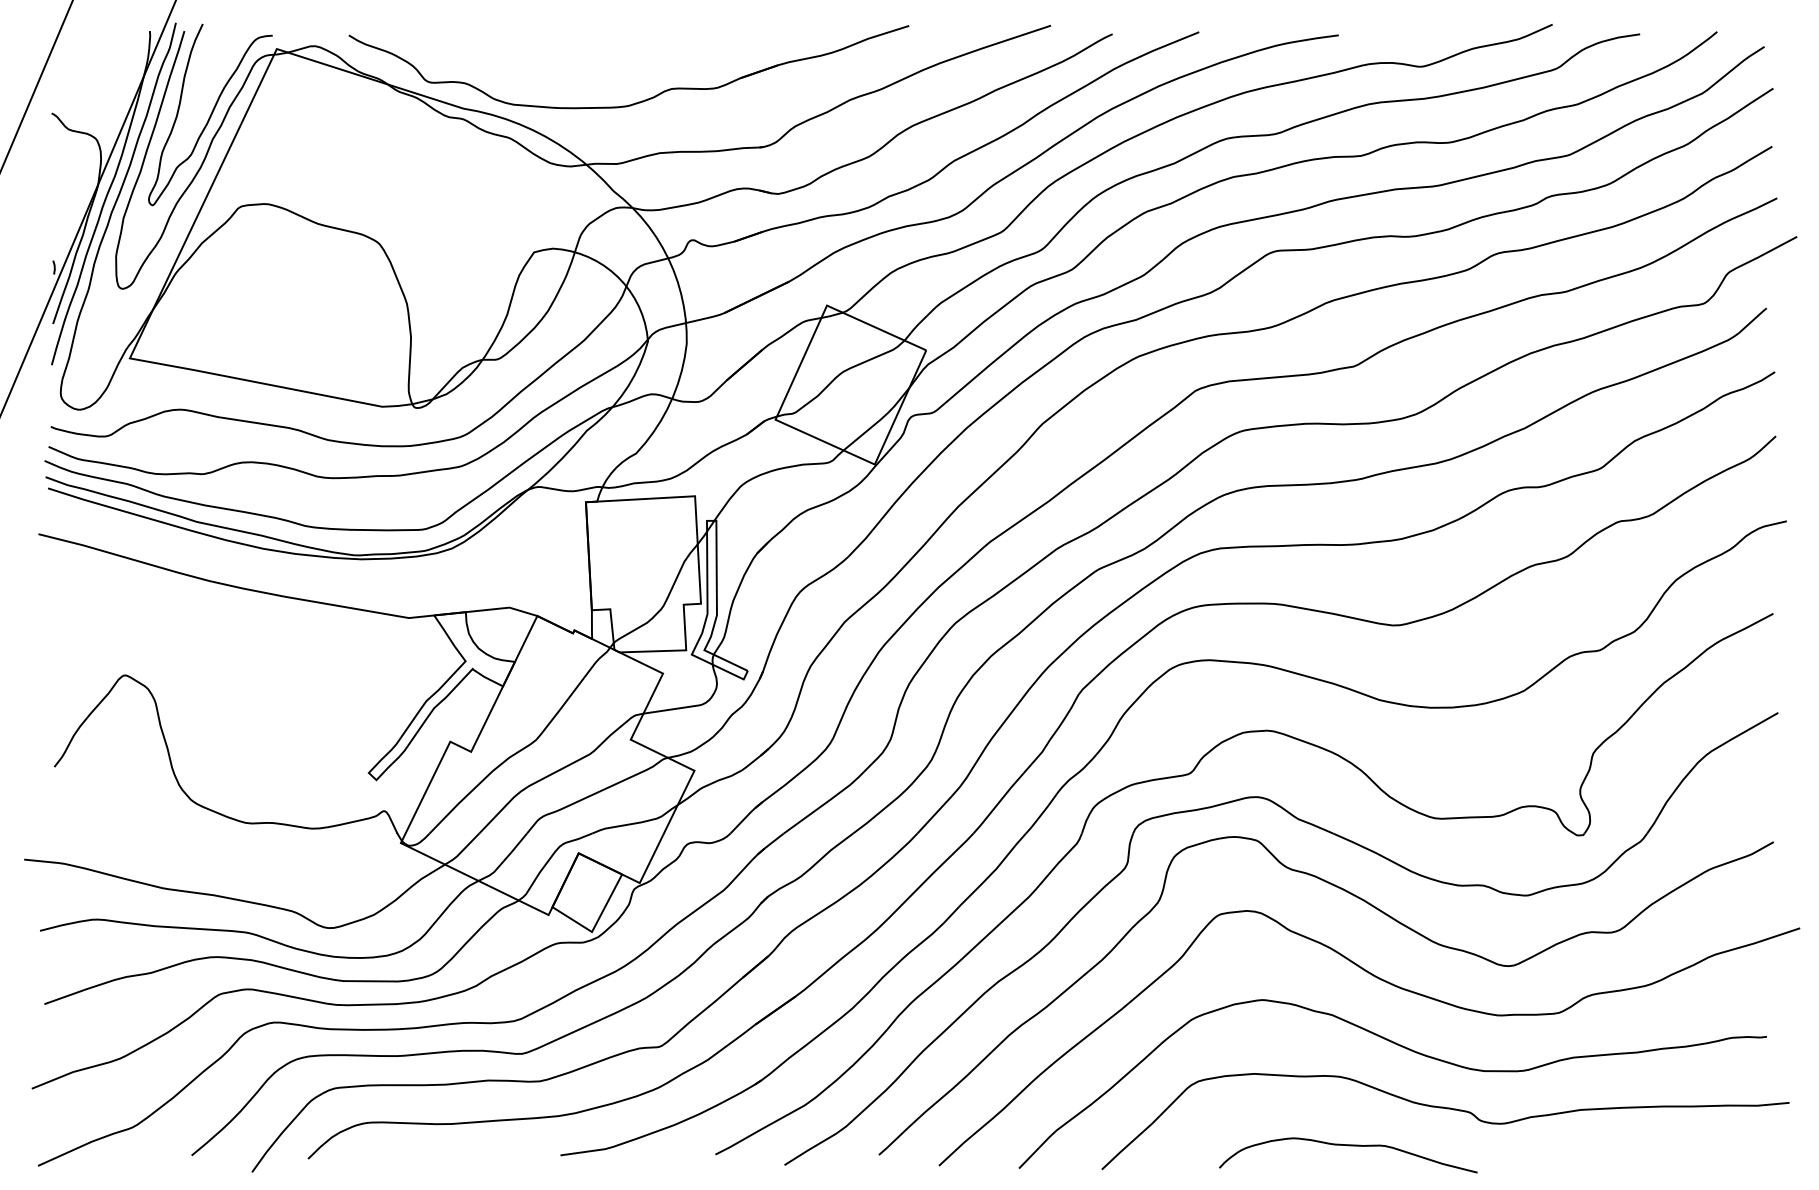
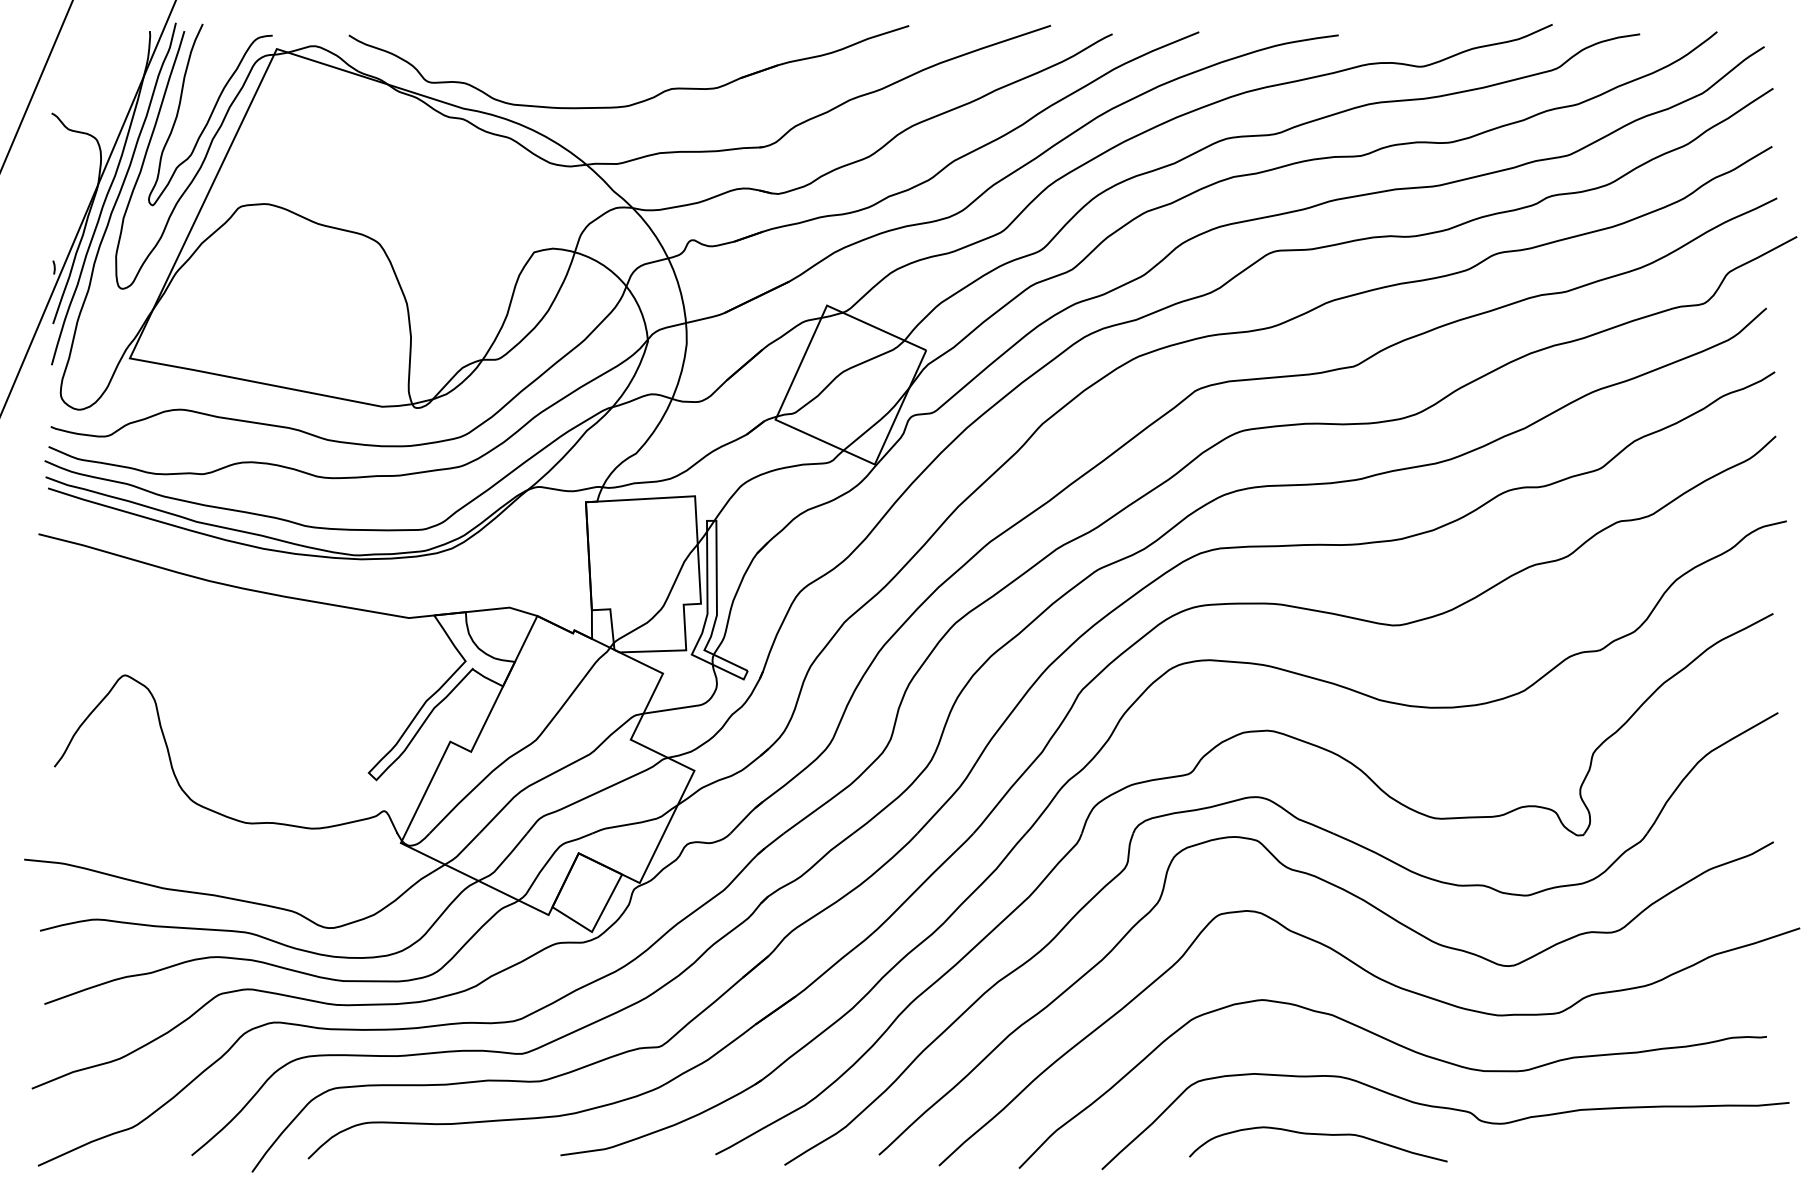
curve at (1348, 1146) position: (1348, 1146) -> (1318, 1135)
